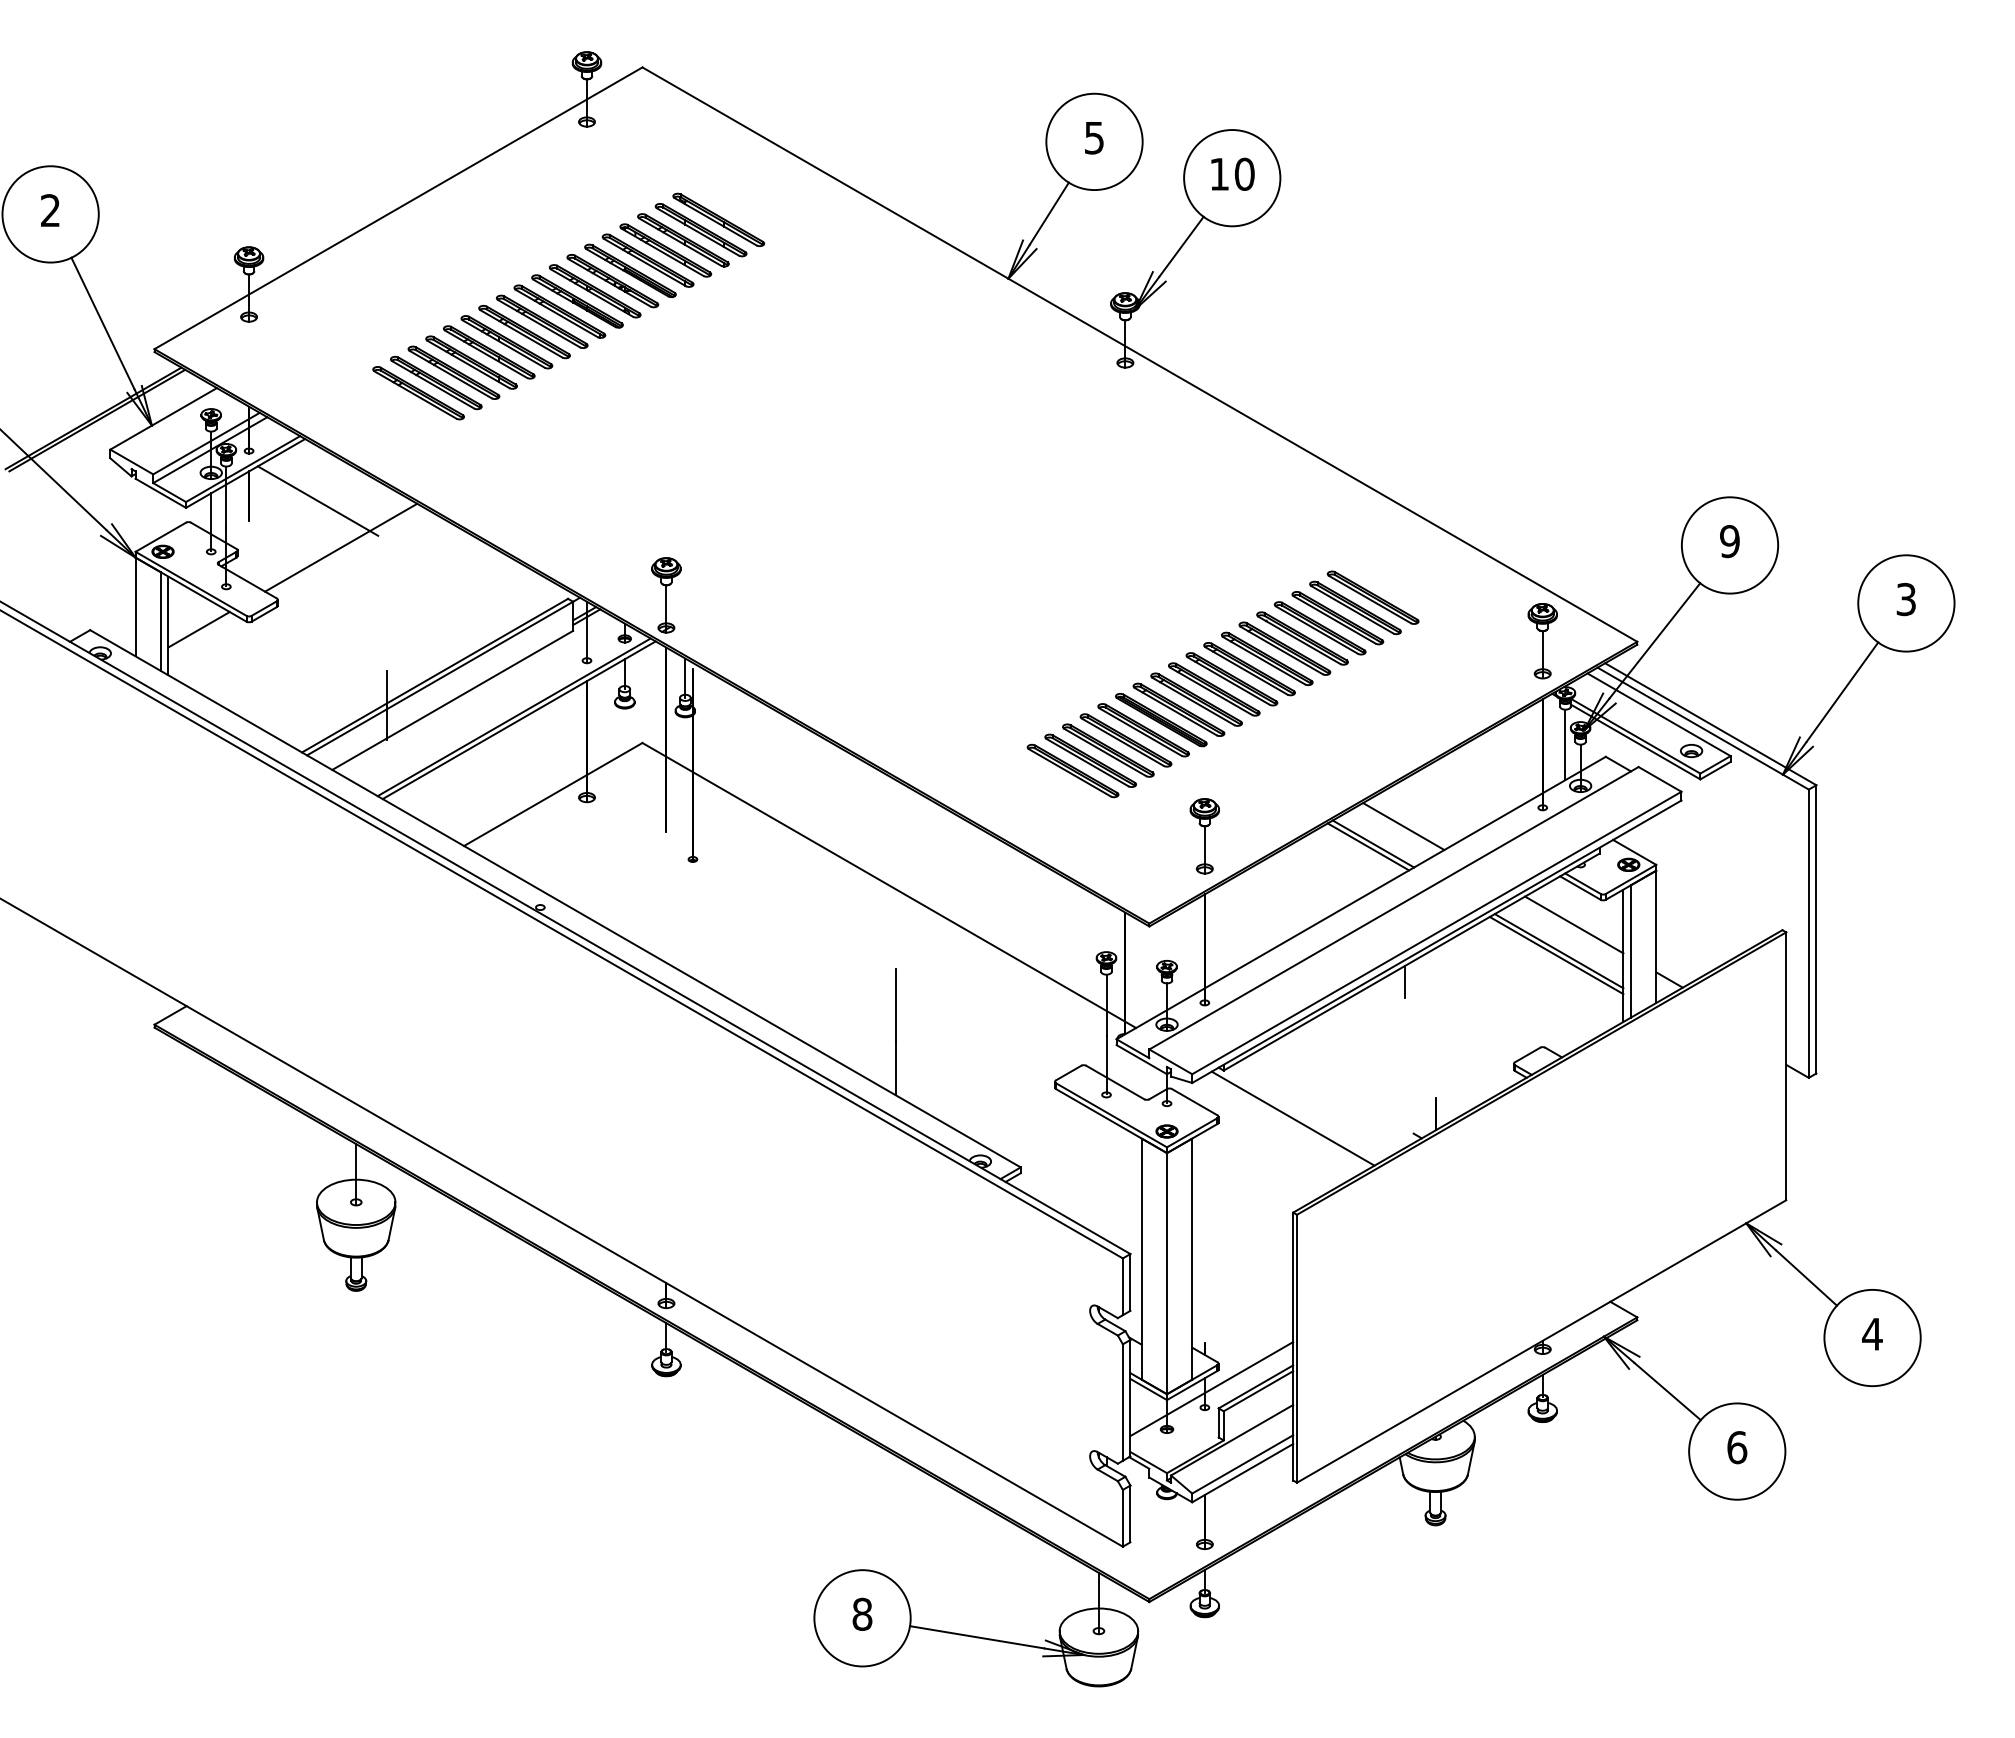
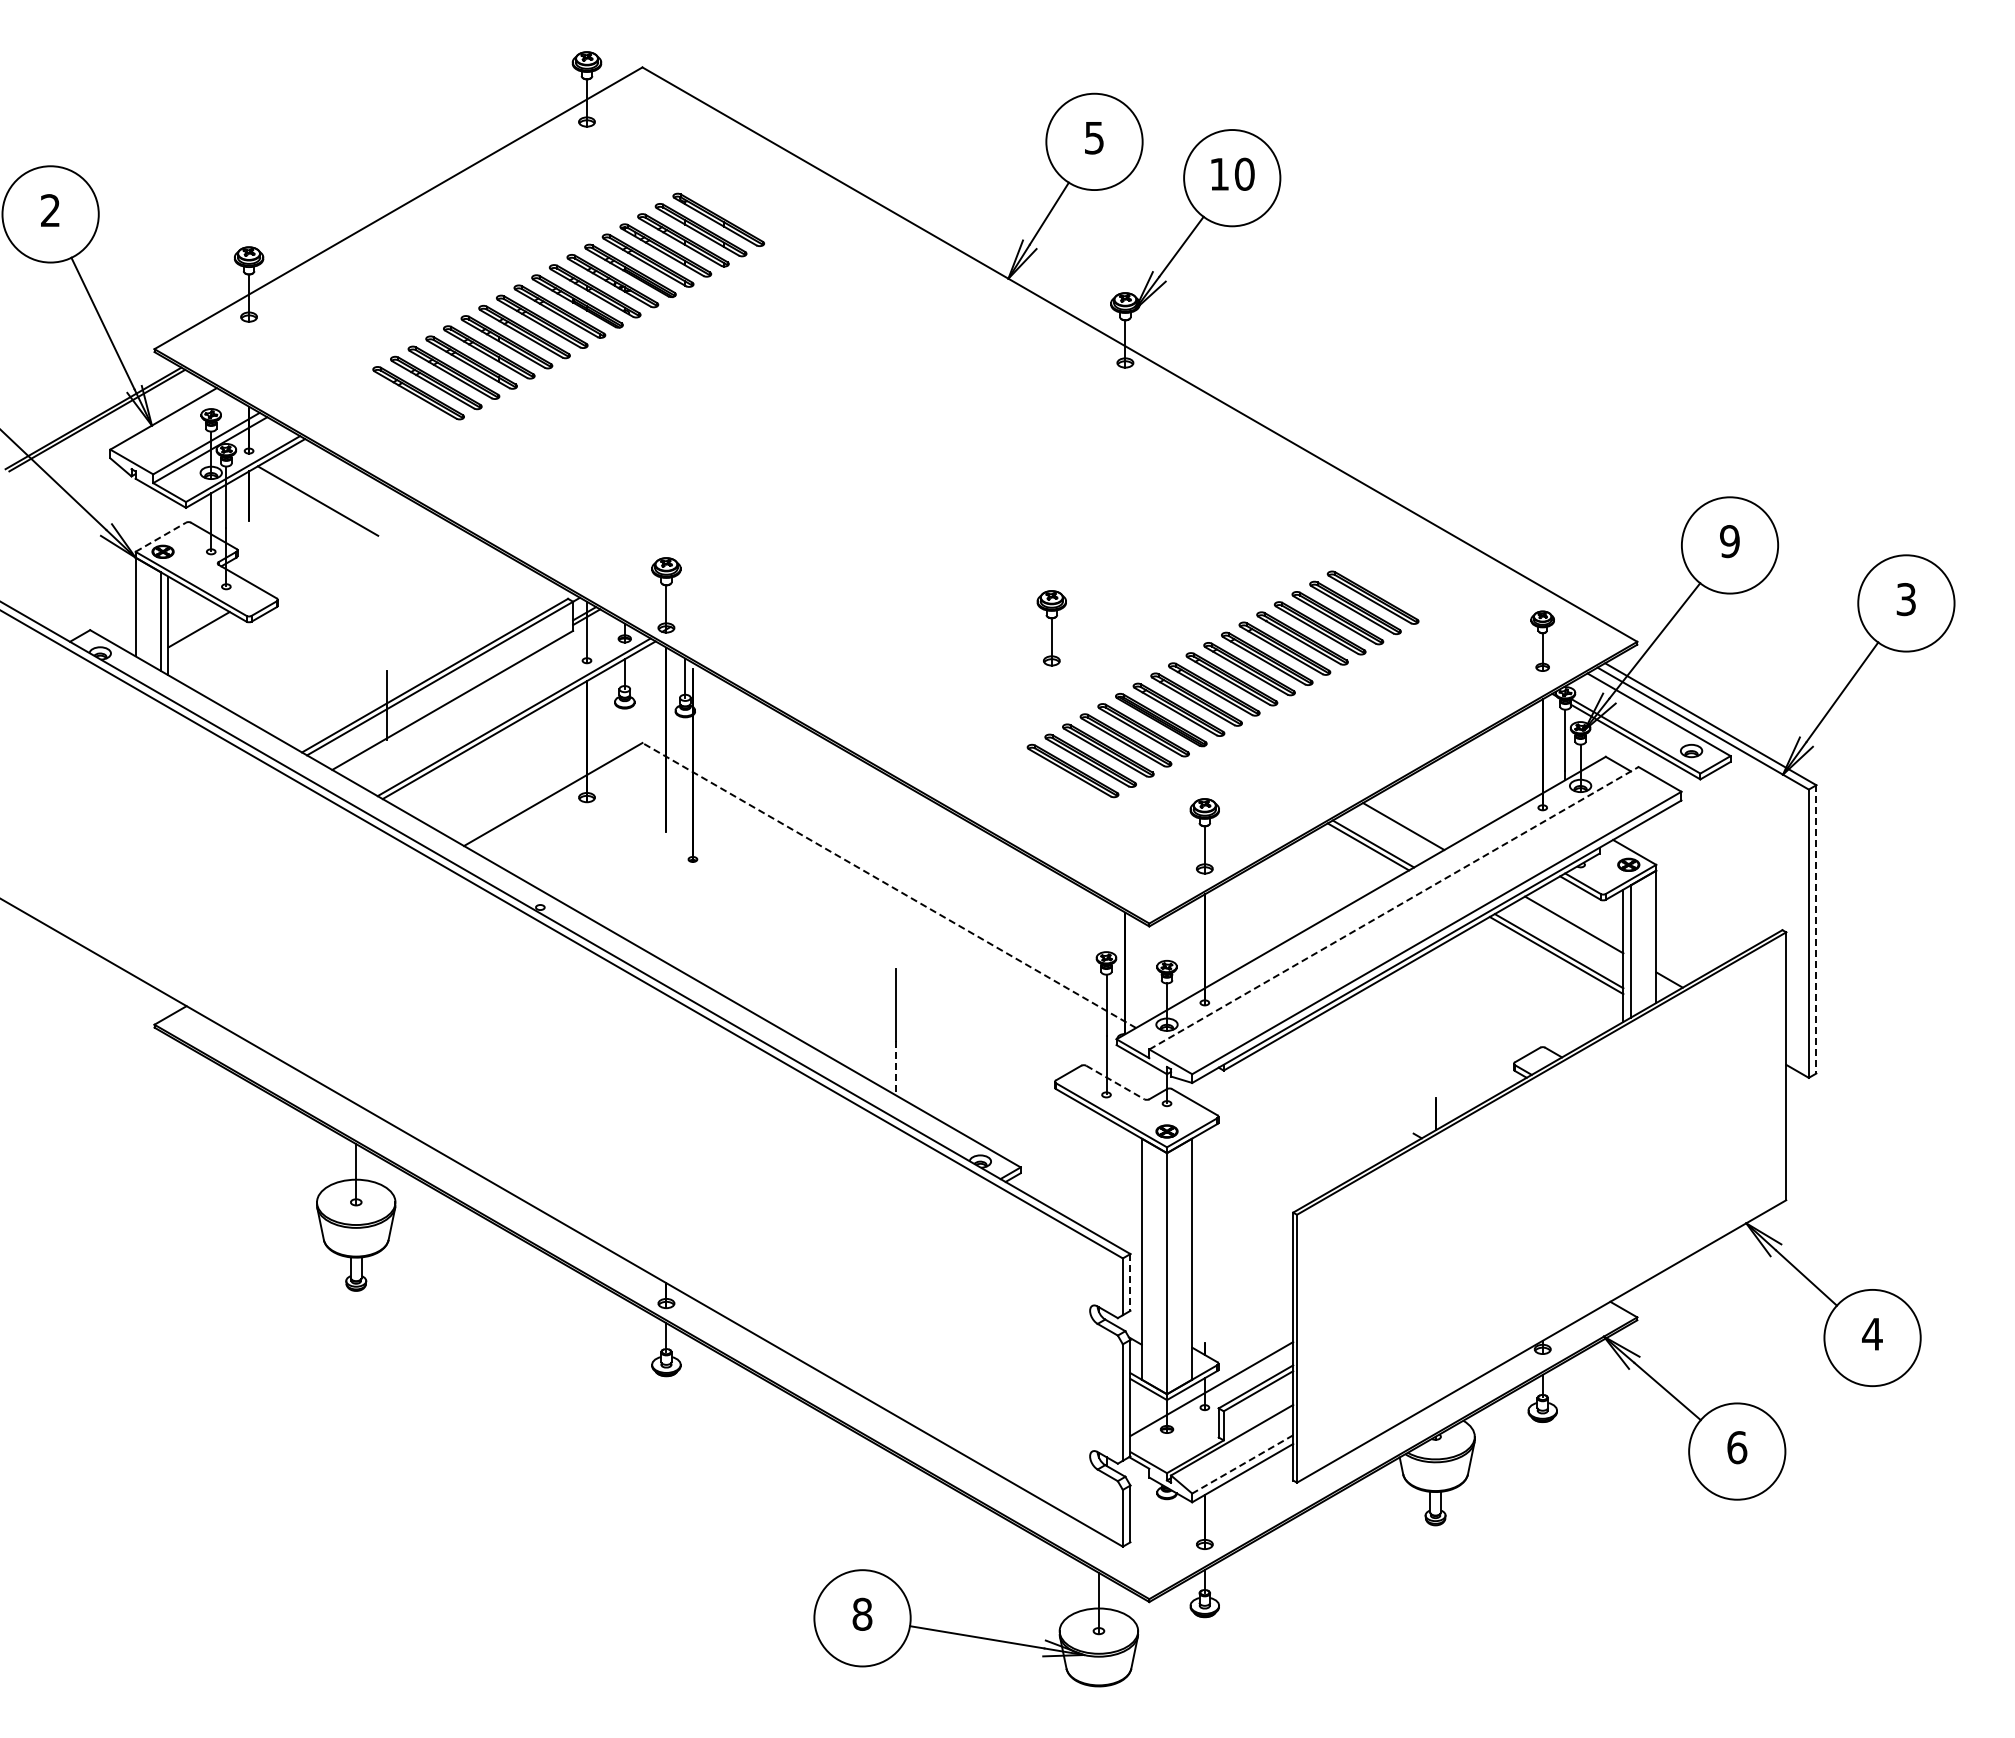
line at (161, 537): solid -> dashed
line at (341, 547): present -> none
part at (1051, 628): none -> present
part at (1542, 641) size: 31x77 px -> 25x62 px
line at (888, 885): solid -> dashed
line at (1394, 908): solid -> dashed
line at (1816, 929): solid -> dashed
line at (1405, 981): present -> none
line at (895, 1068): solid -> dashed
line at (1115, 1082): solid -> dashed
line at (1292, 1118): present -> none
line at (1130, 1282): solid -> dashed
line at (1242, 1464): solid -> dashed
